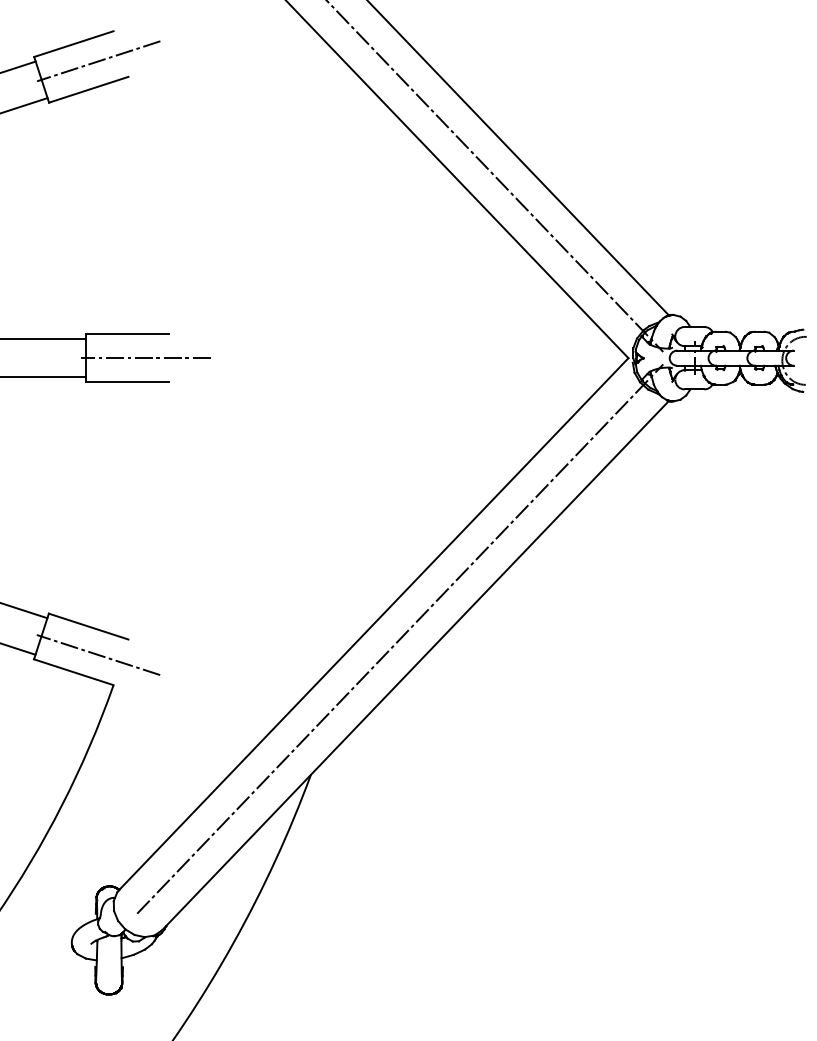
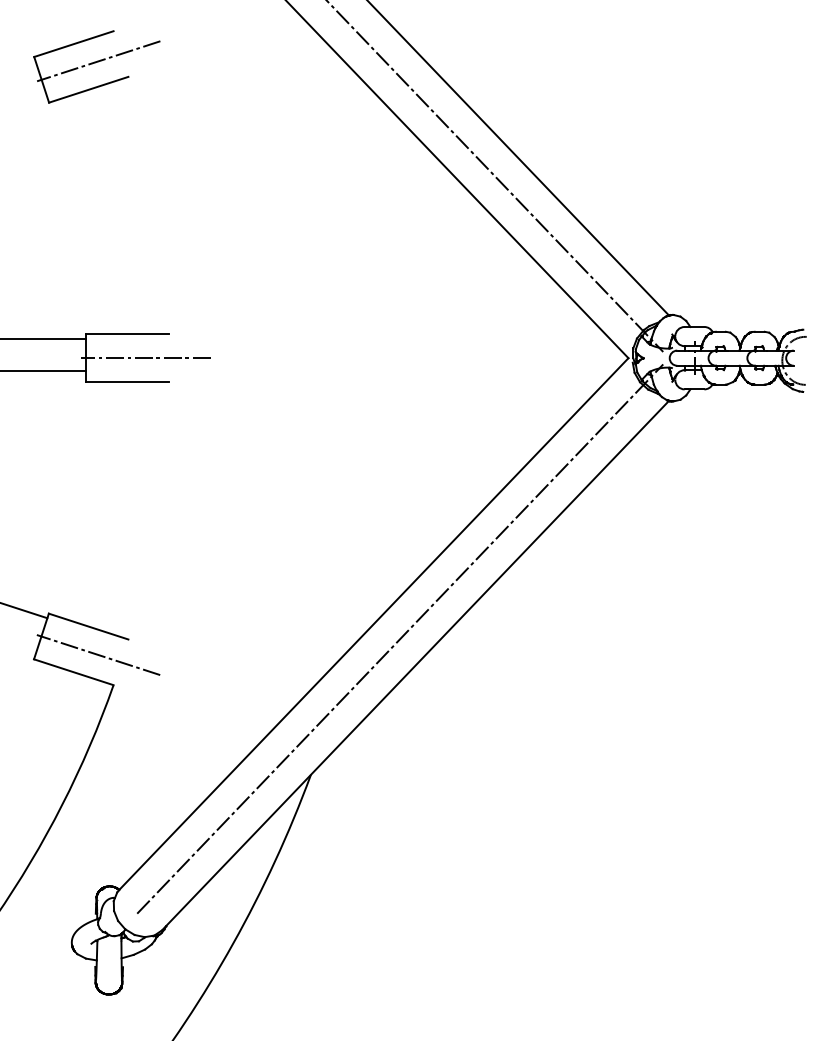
line at (18, 66): present -> none
line at (24, 105): present -> none
line at (43, 377) position: (43, 377) -> (43, 371)
line at (18, 648): present -> none
